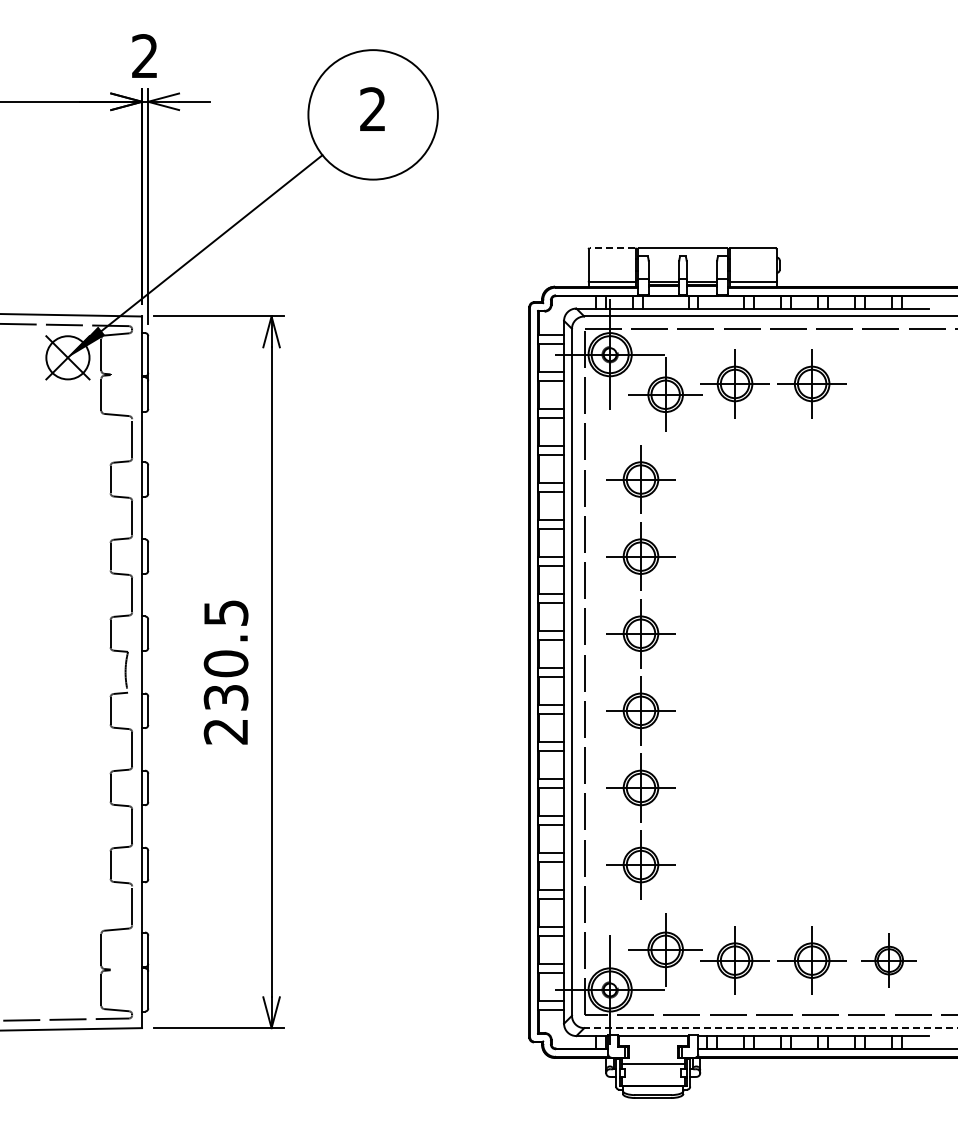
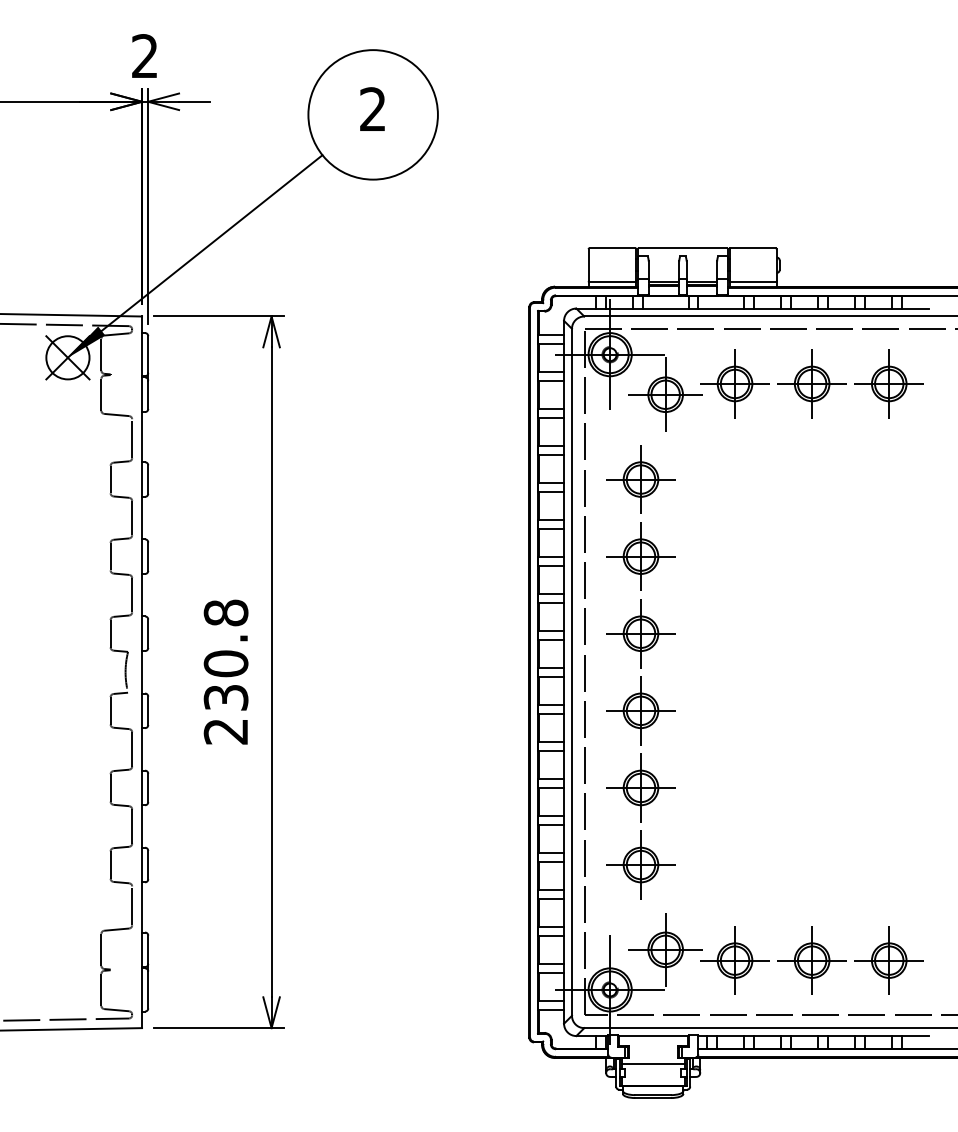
line at (612, 248): dashed -> solid
part at (888, 383): none -> present
text at (225, 612): 230.5 -> 230.8
part at (888, 960) size: 56x55 px -> 70x69 px
line at (770, 1028): dashed -> solid
